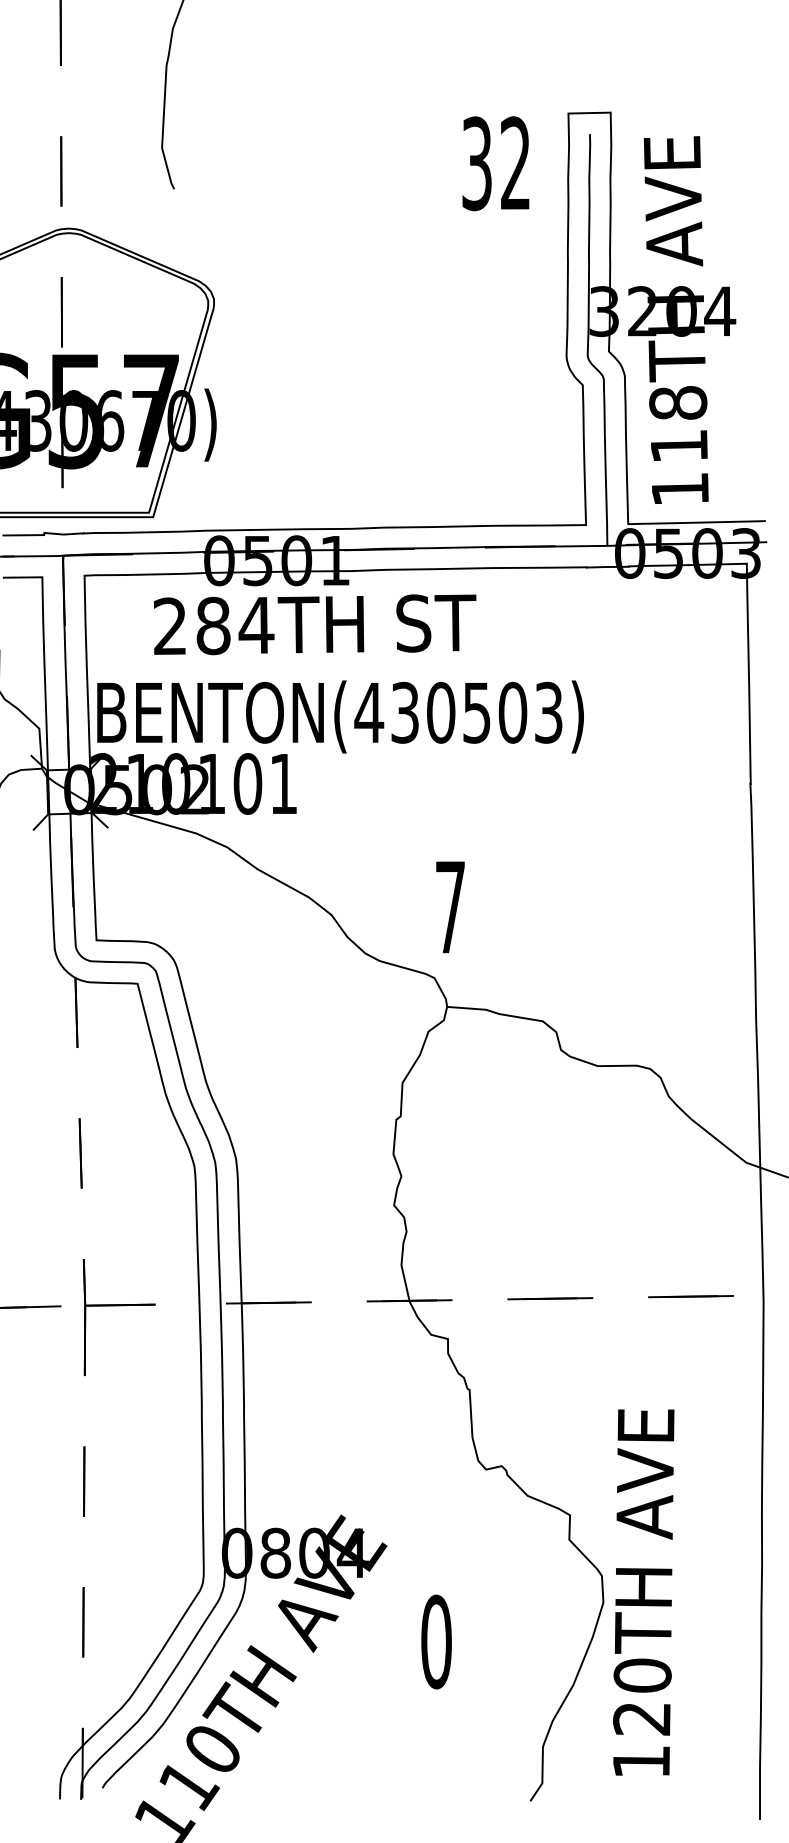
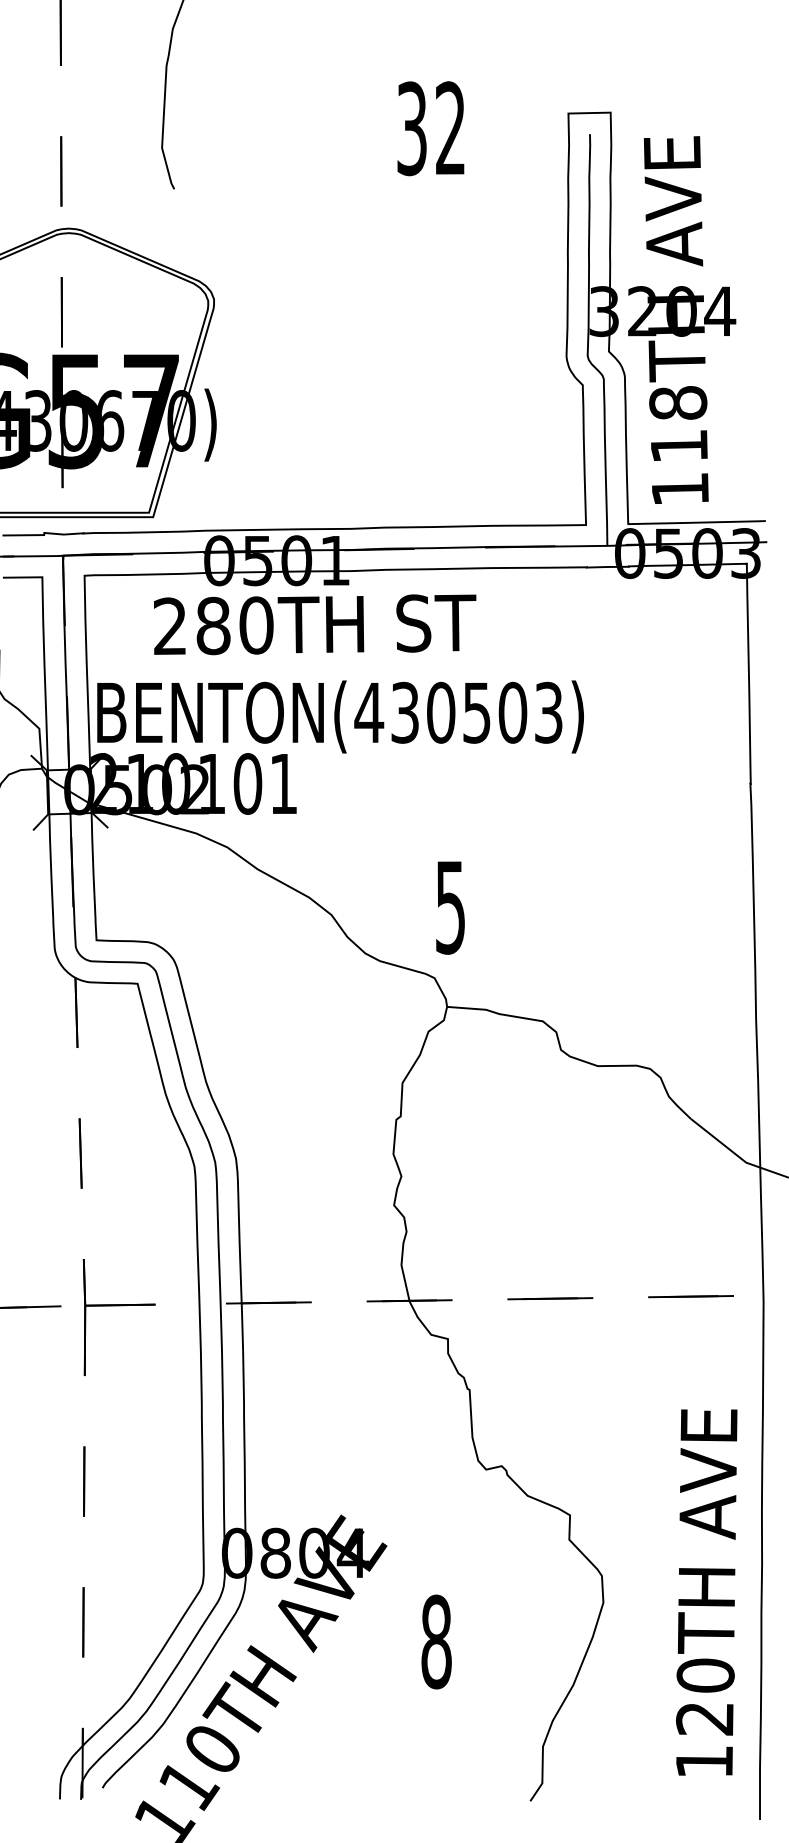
text at (495, 163) position: (495, 163) -> (430, 128)
text at (256, 625): 284TH -> 280TH
text at (450, 907): 7 -> 5
text at (643, 1592) position: (643, 1592) -> (706, 1592)
text at (436, 1642): 0 -> 8
